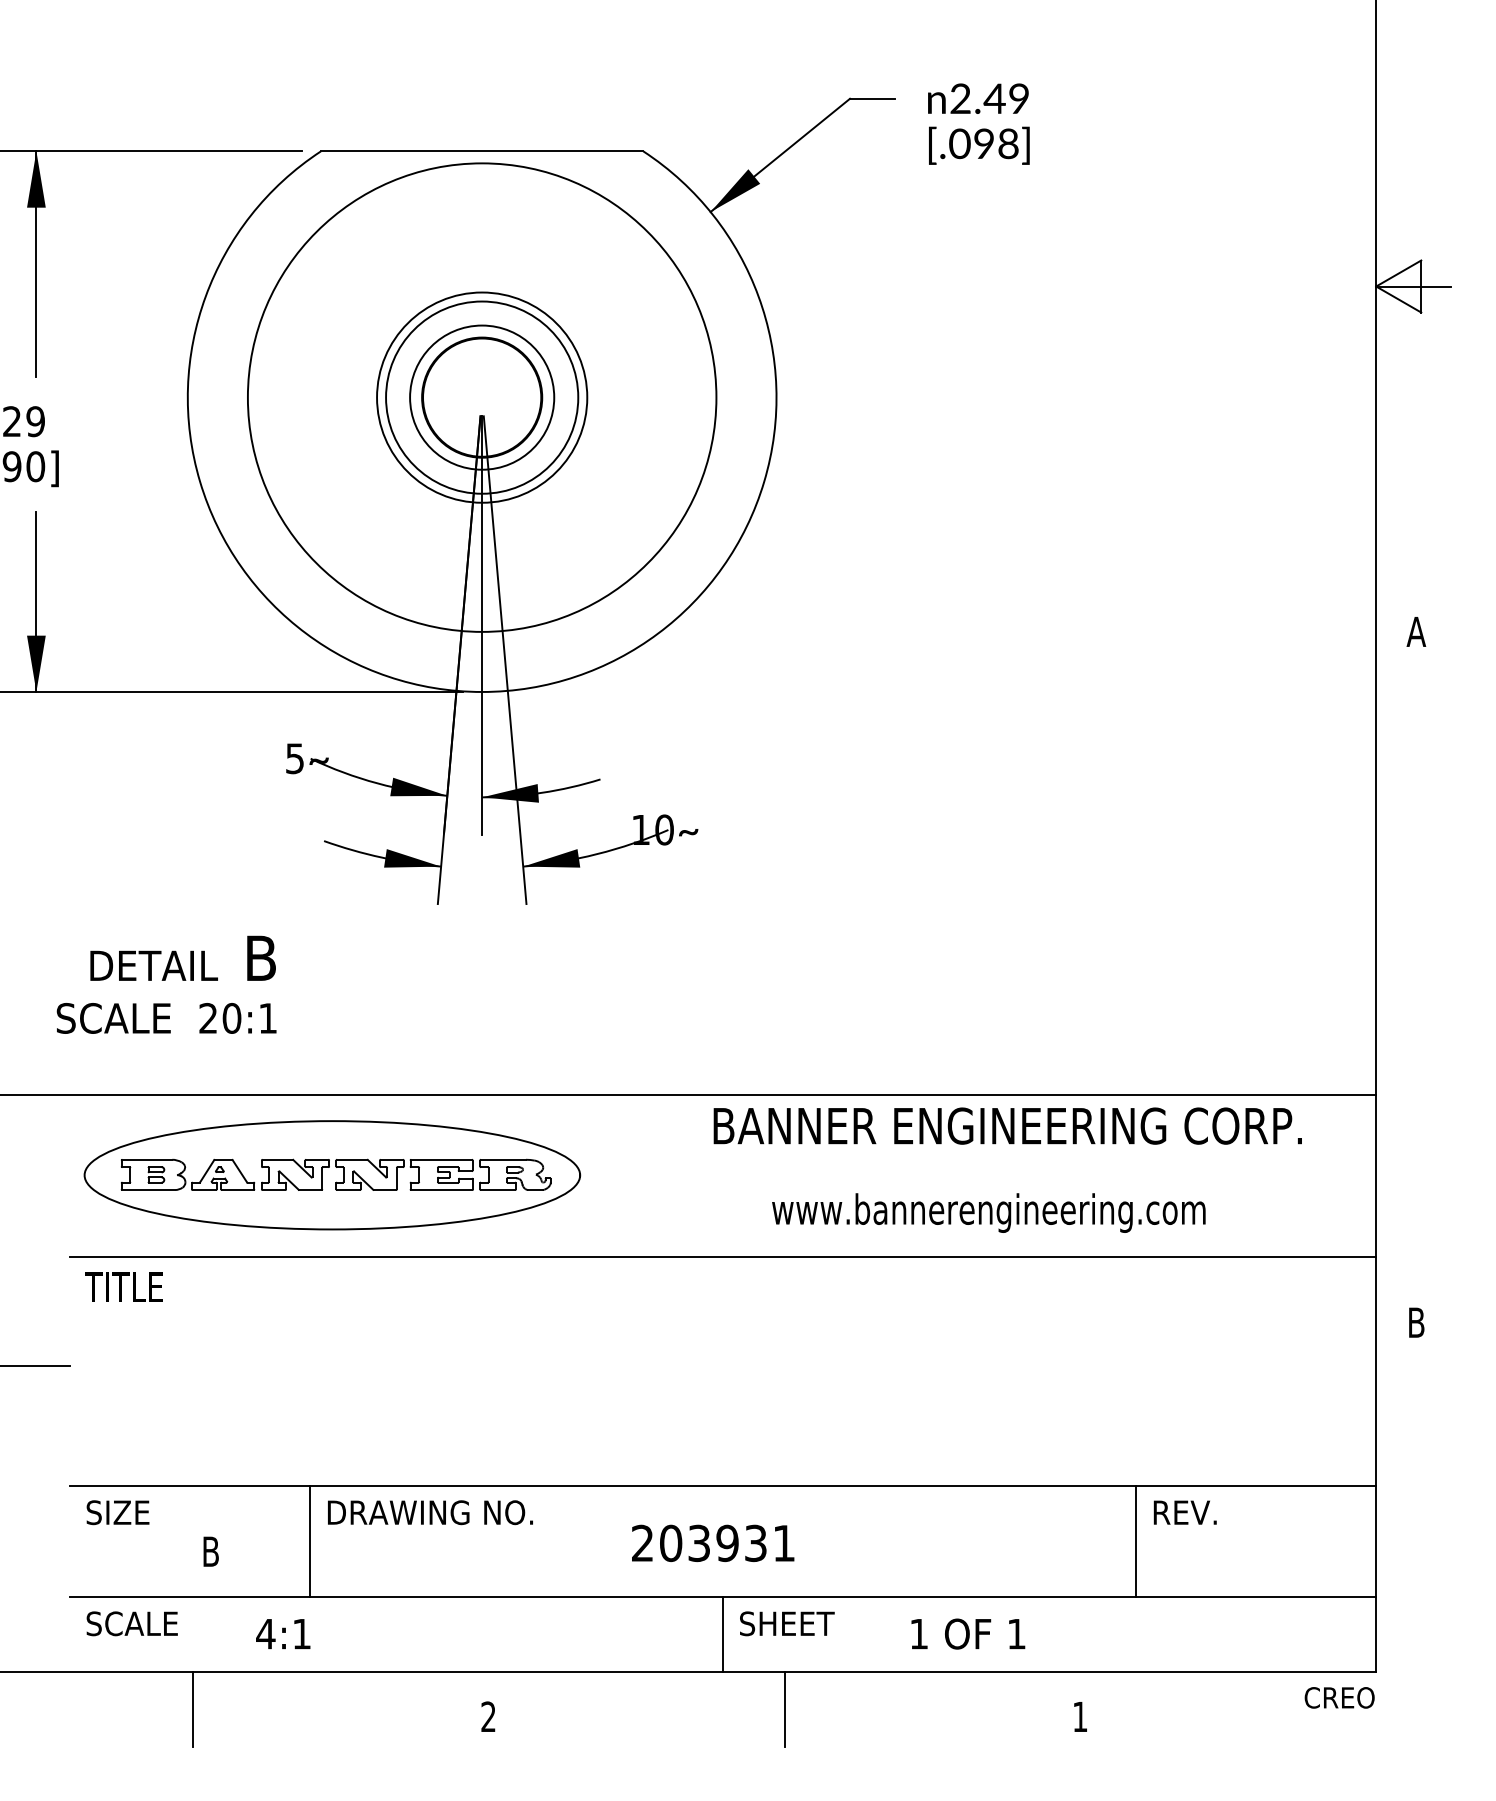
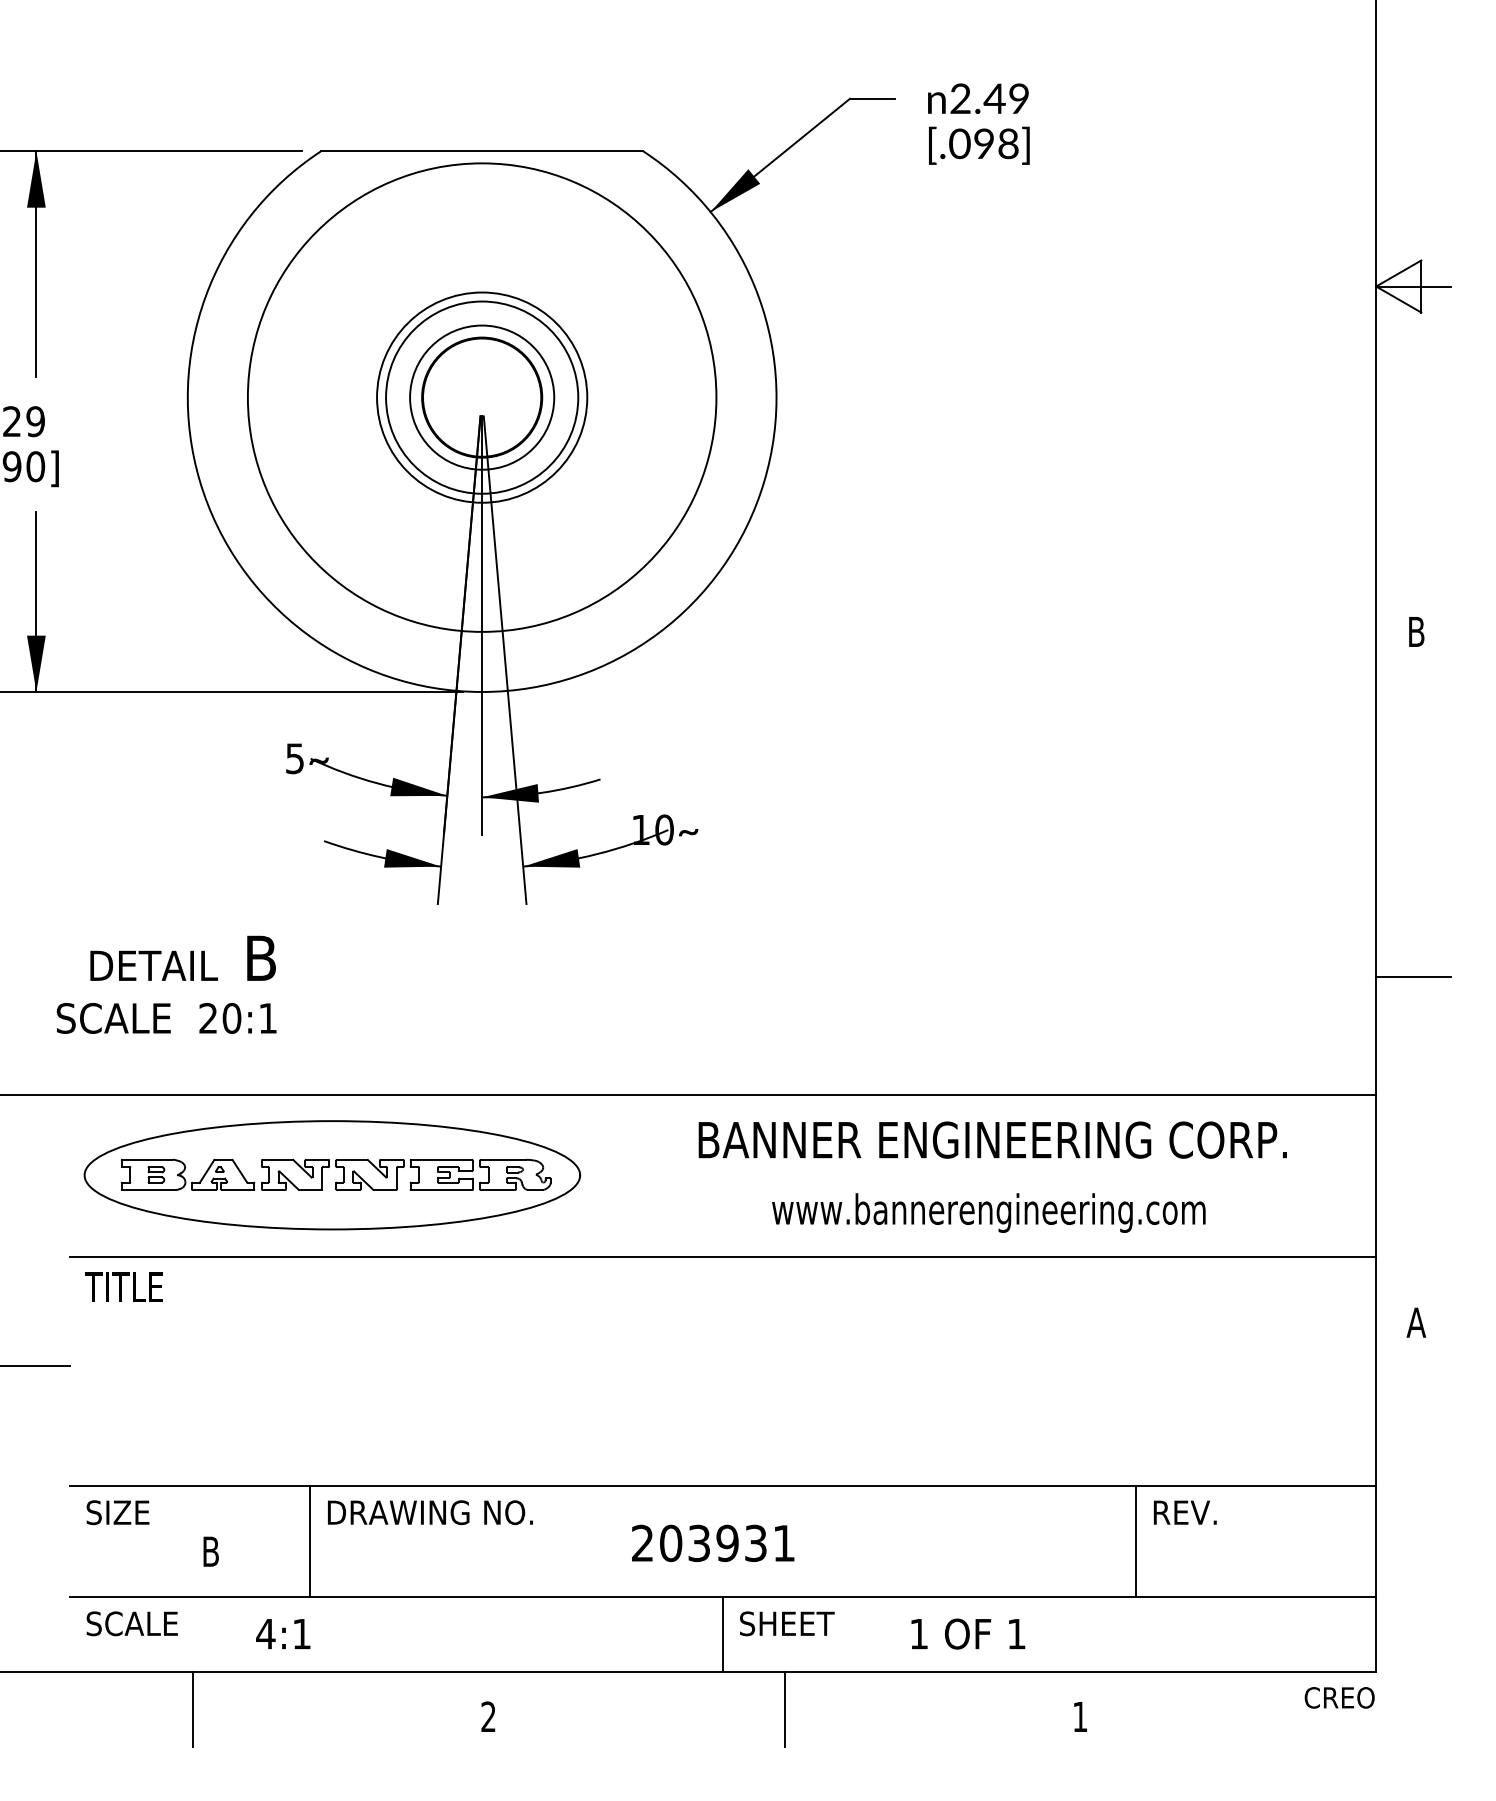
text at (1416, 631): A -> B
line at (1413, 977): none -> present
text at (1007, 1125) position: (1007, 1125) -> (992, 1139)
text at (1416, 1322): B -> A
